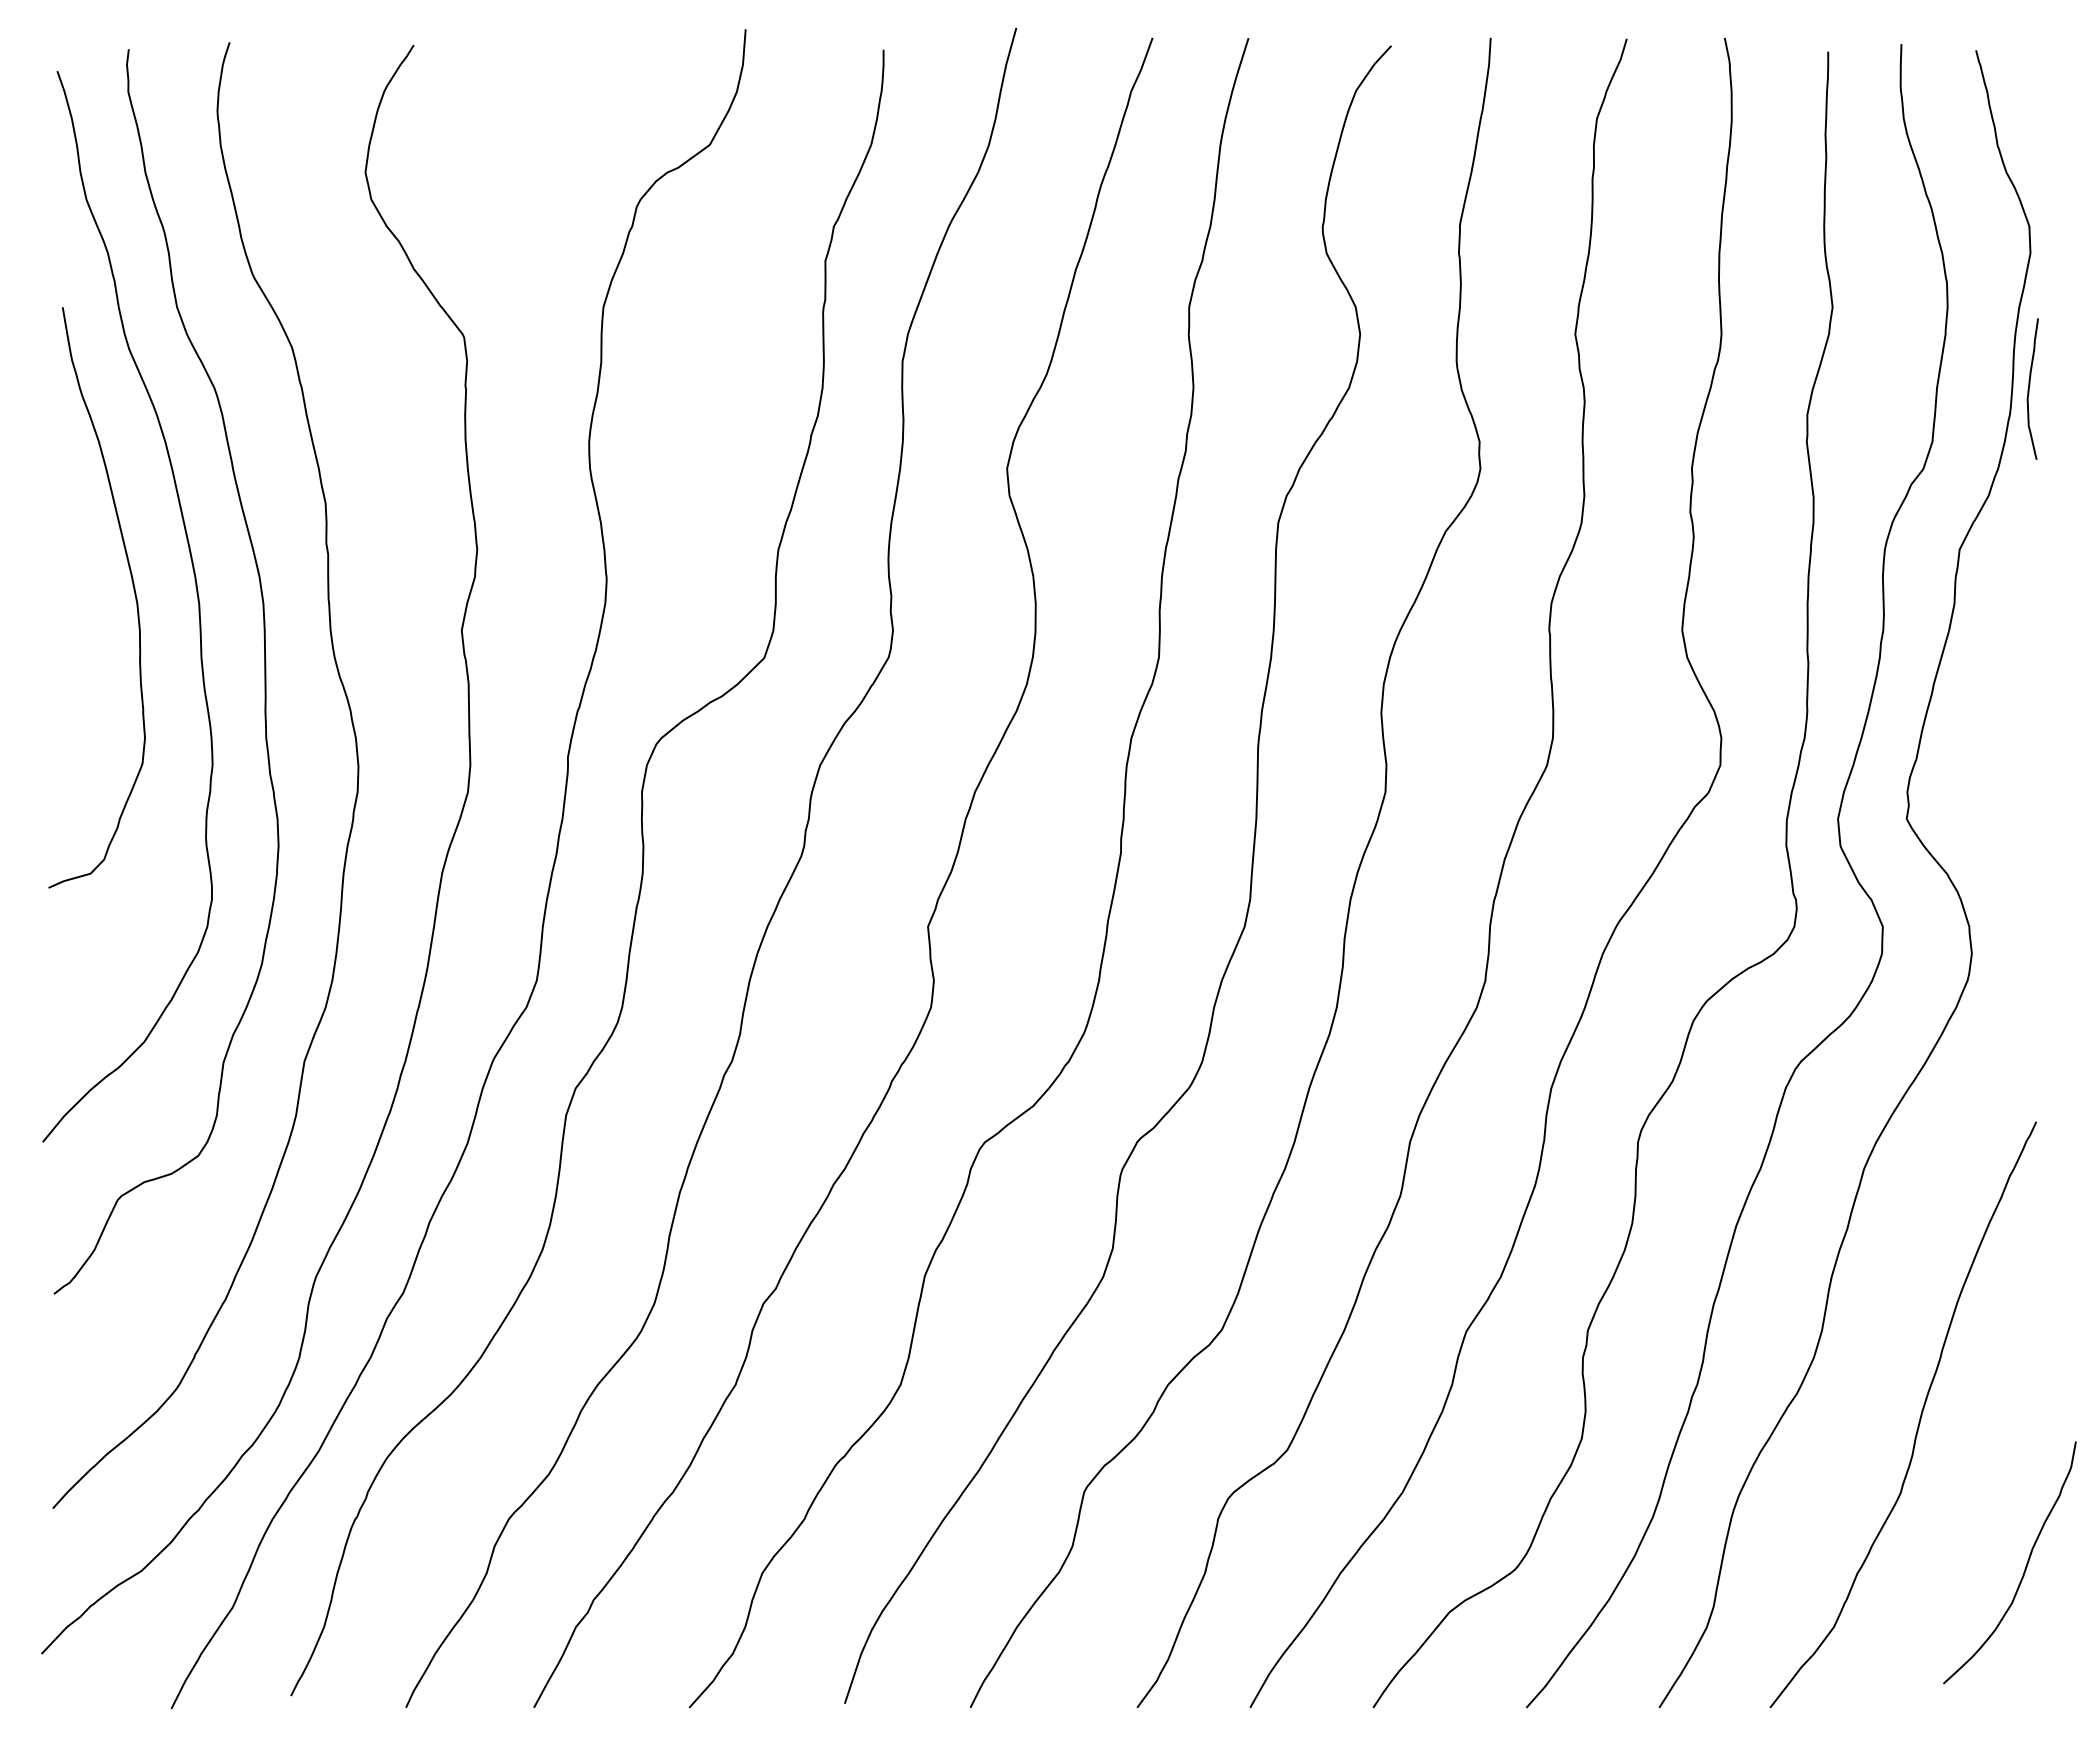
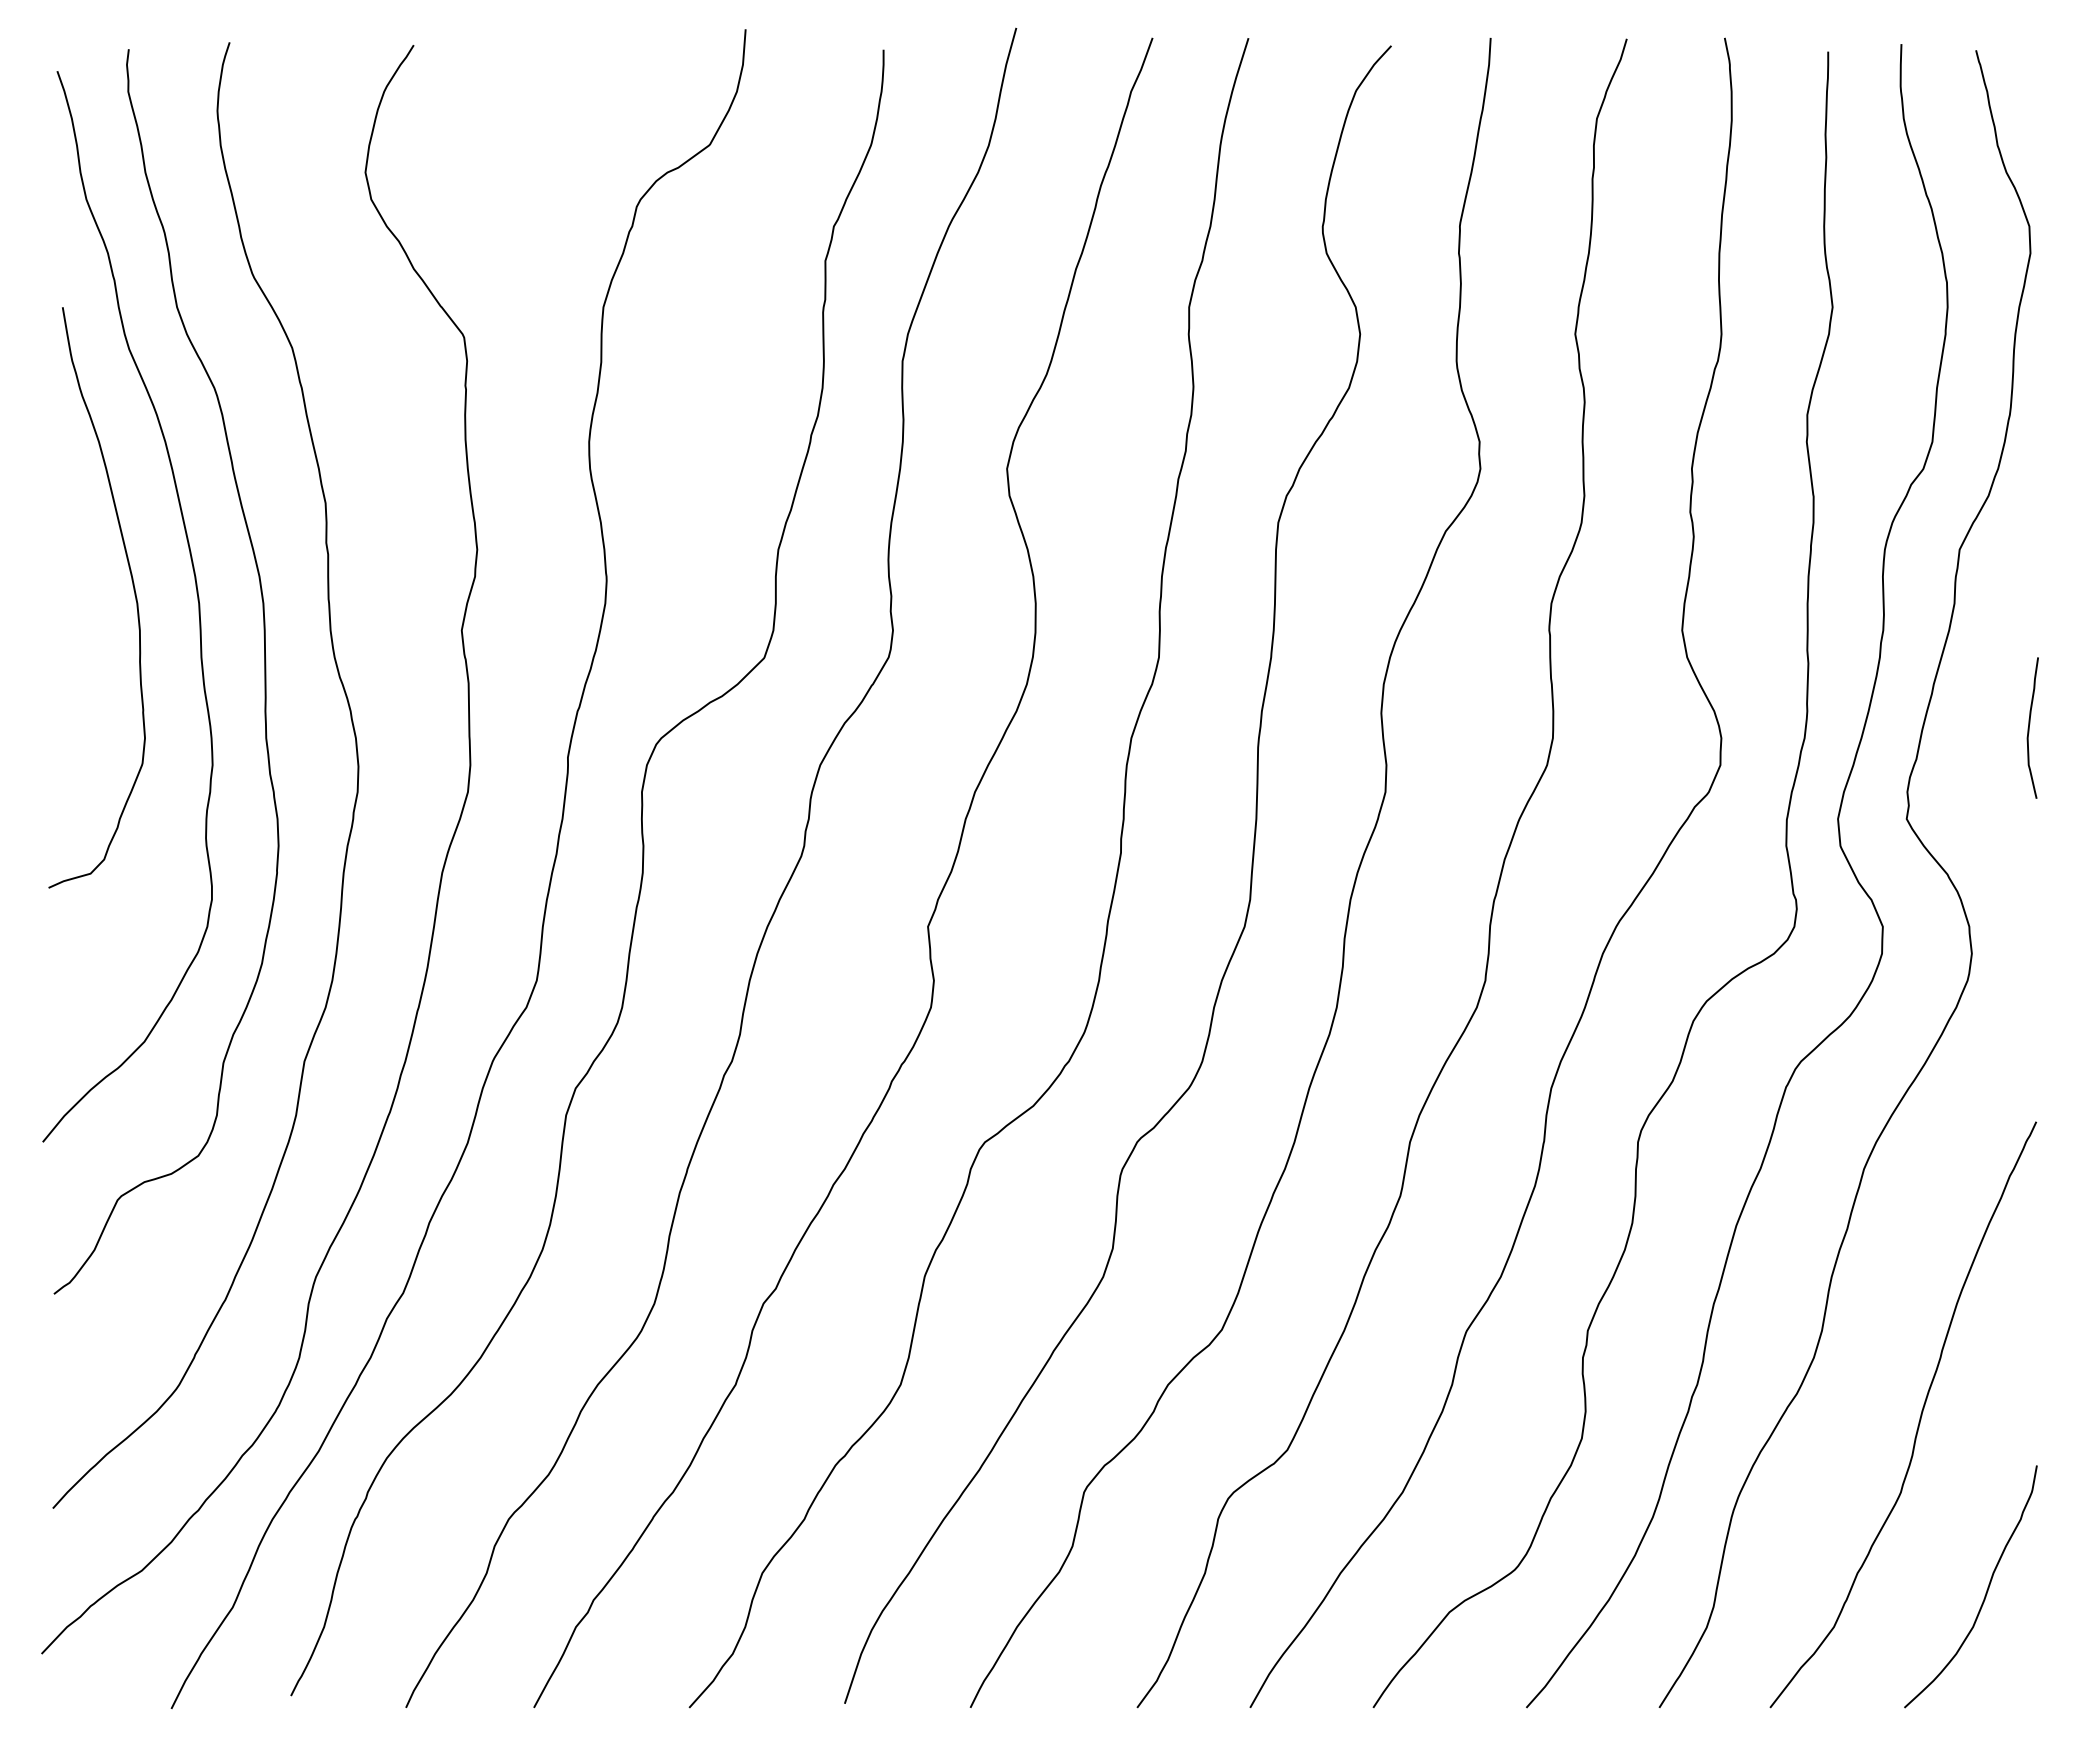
curve at (2029, 388) position: (2029, 388) -> (2029, 727)
curve at (2025, 1566) position: (2025, 1566) -> (1986, 1590)
